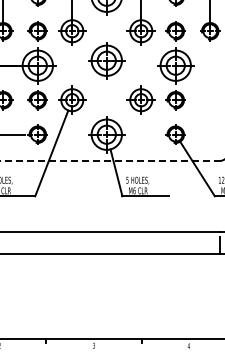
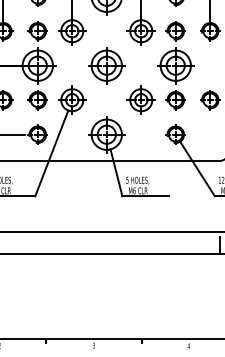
part at (106, 60) position: (106, 60) -> (106, 65)
part at (210, 100): none -> present
line at (110, 160): dashed -> solid
